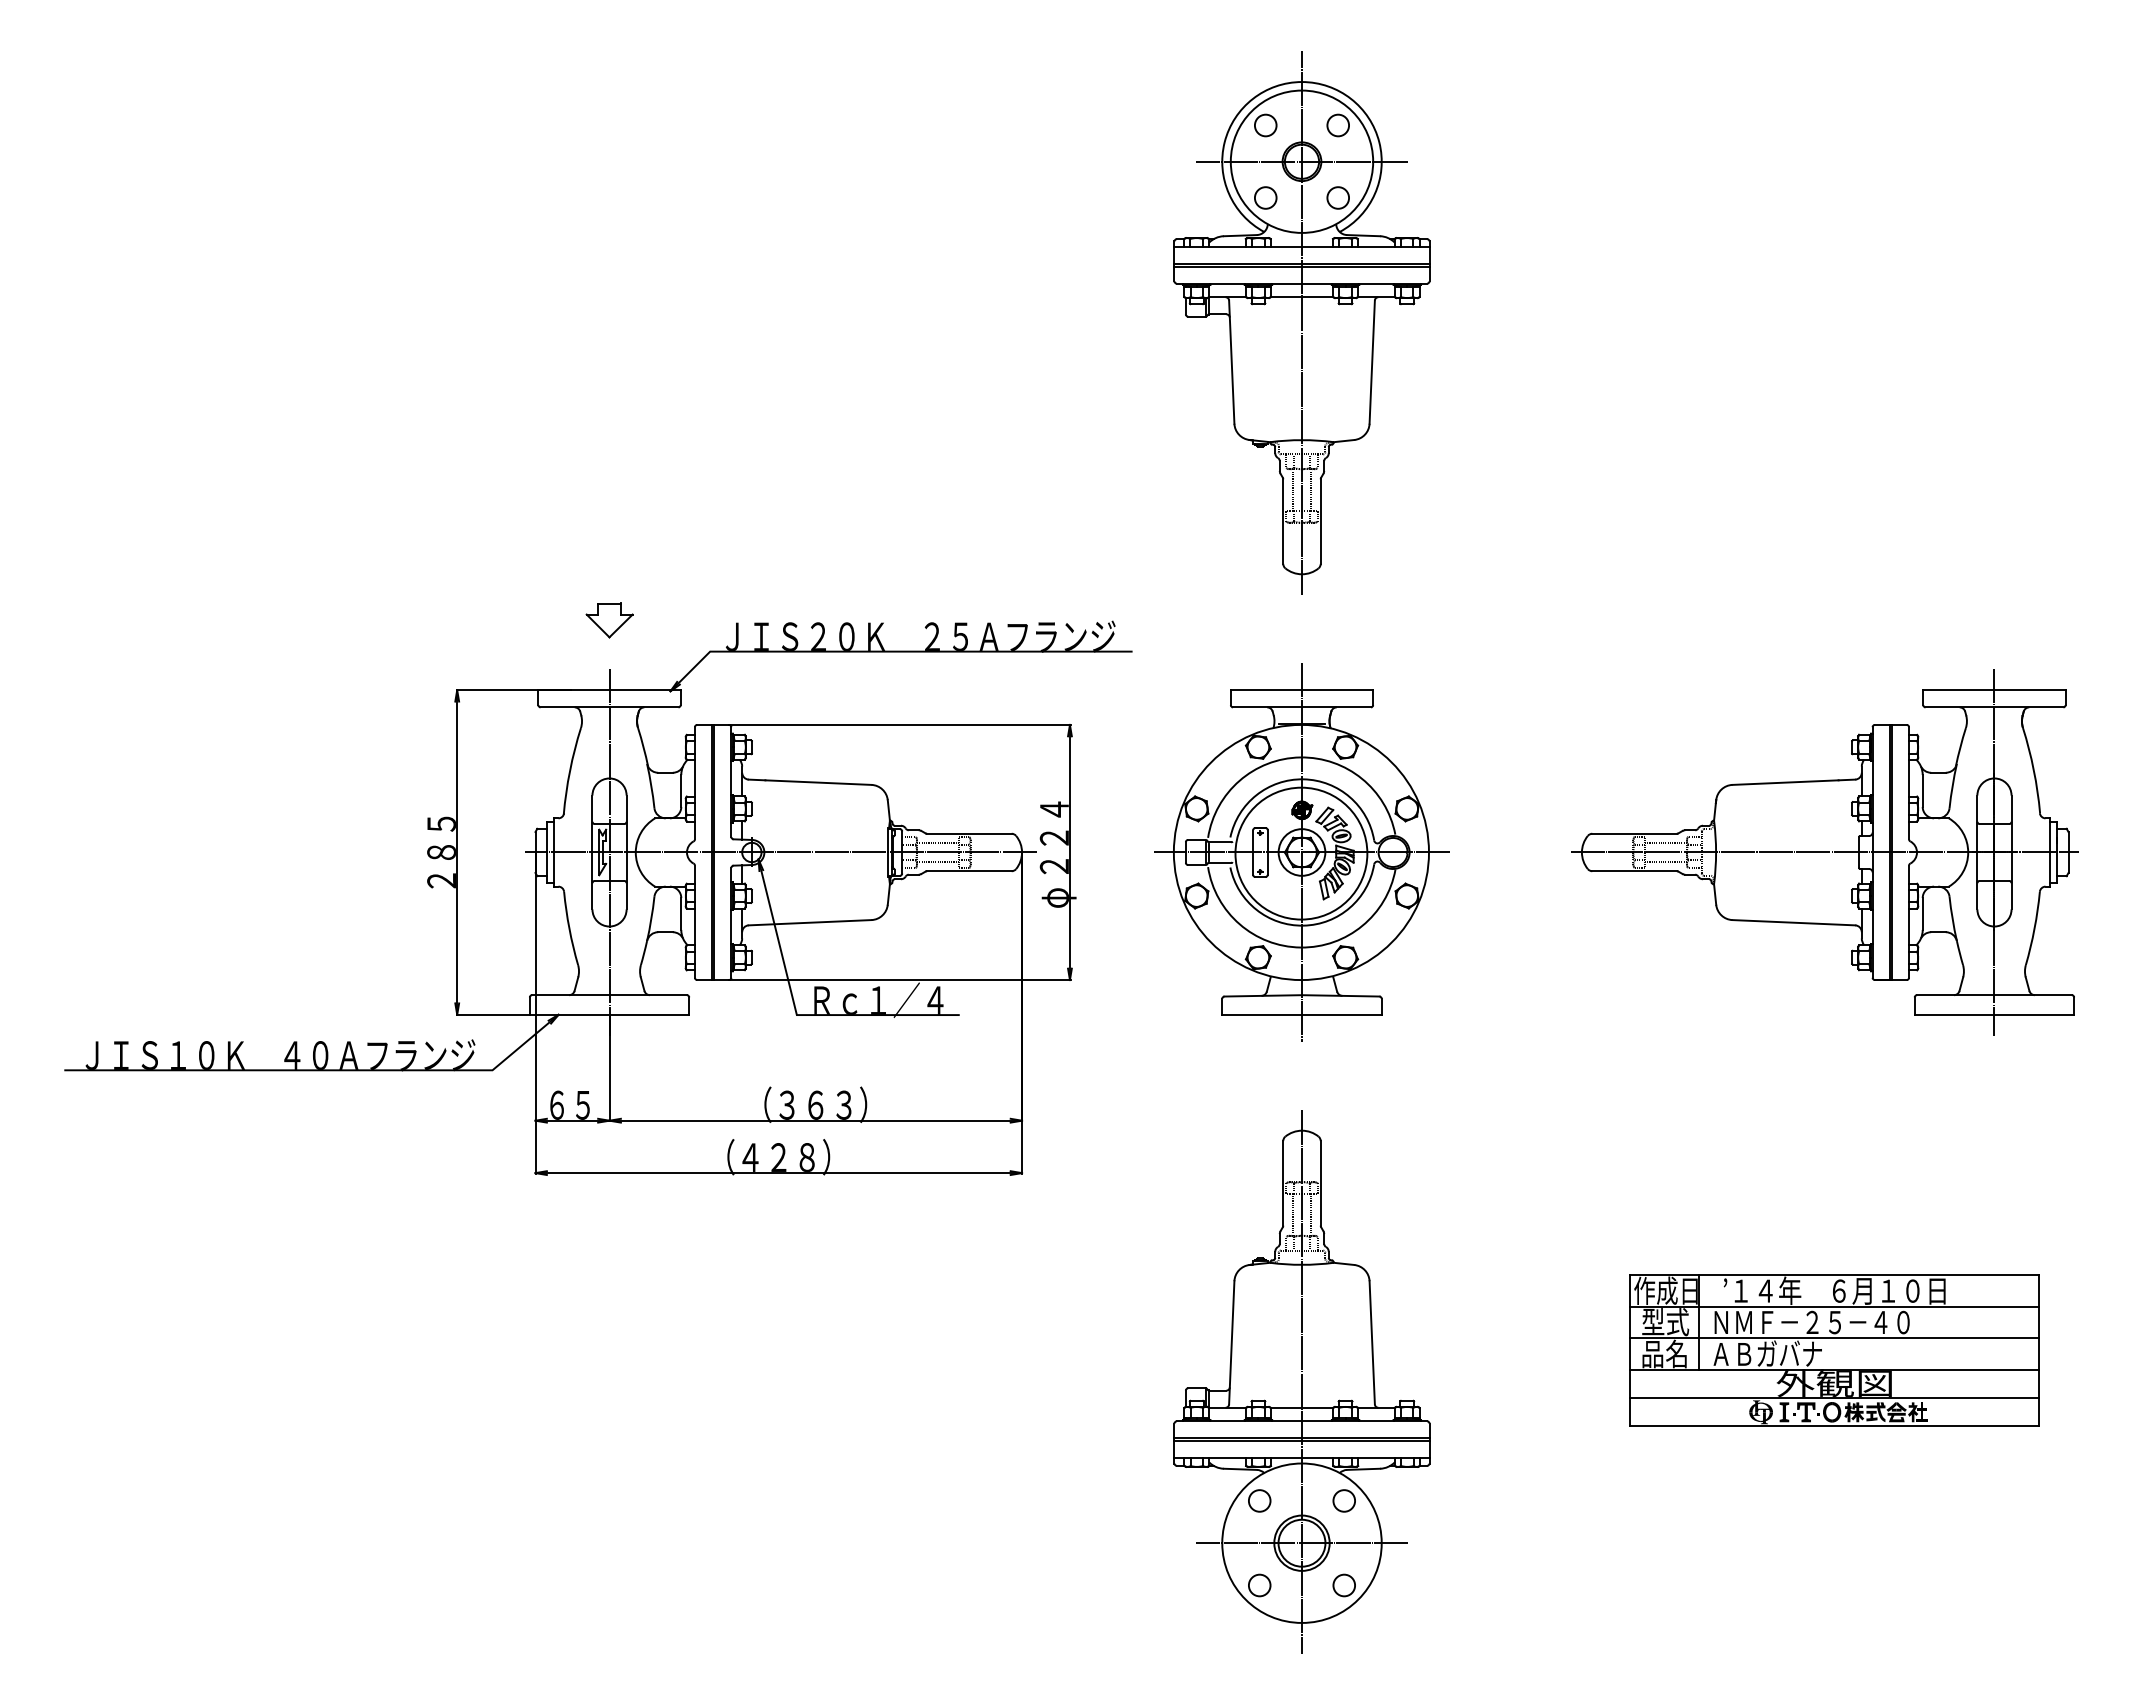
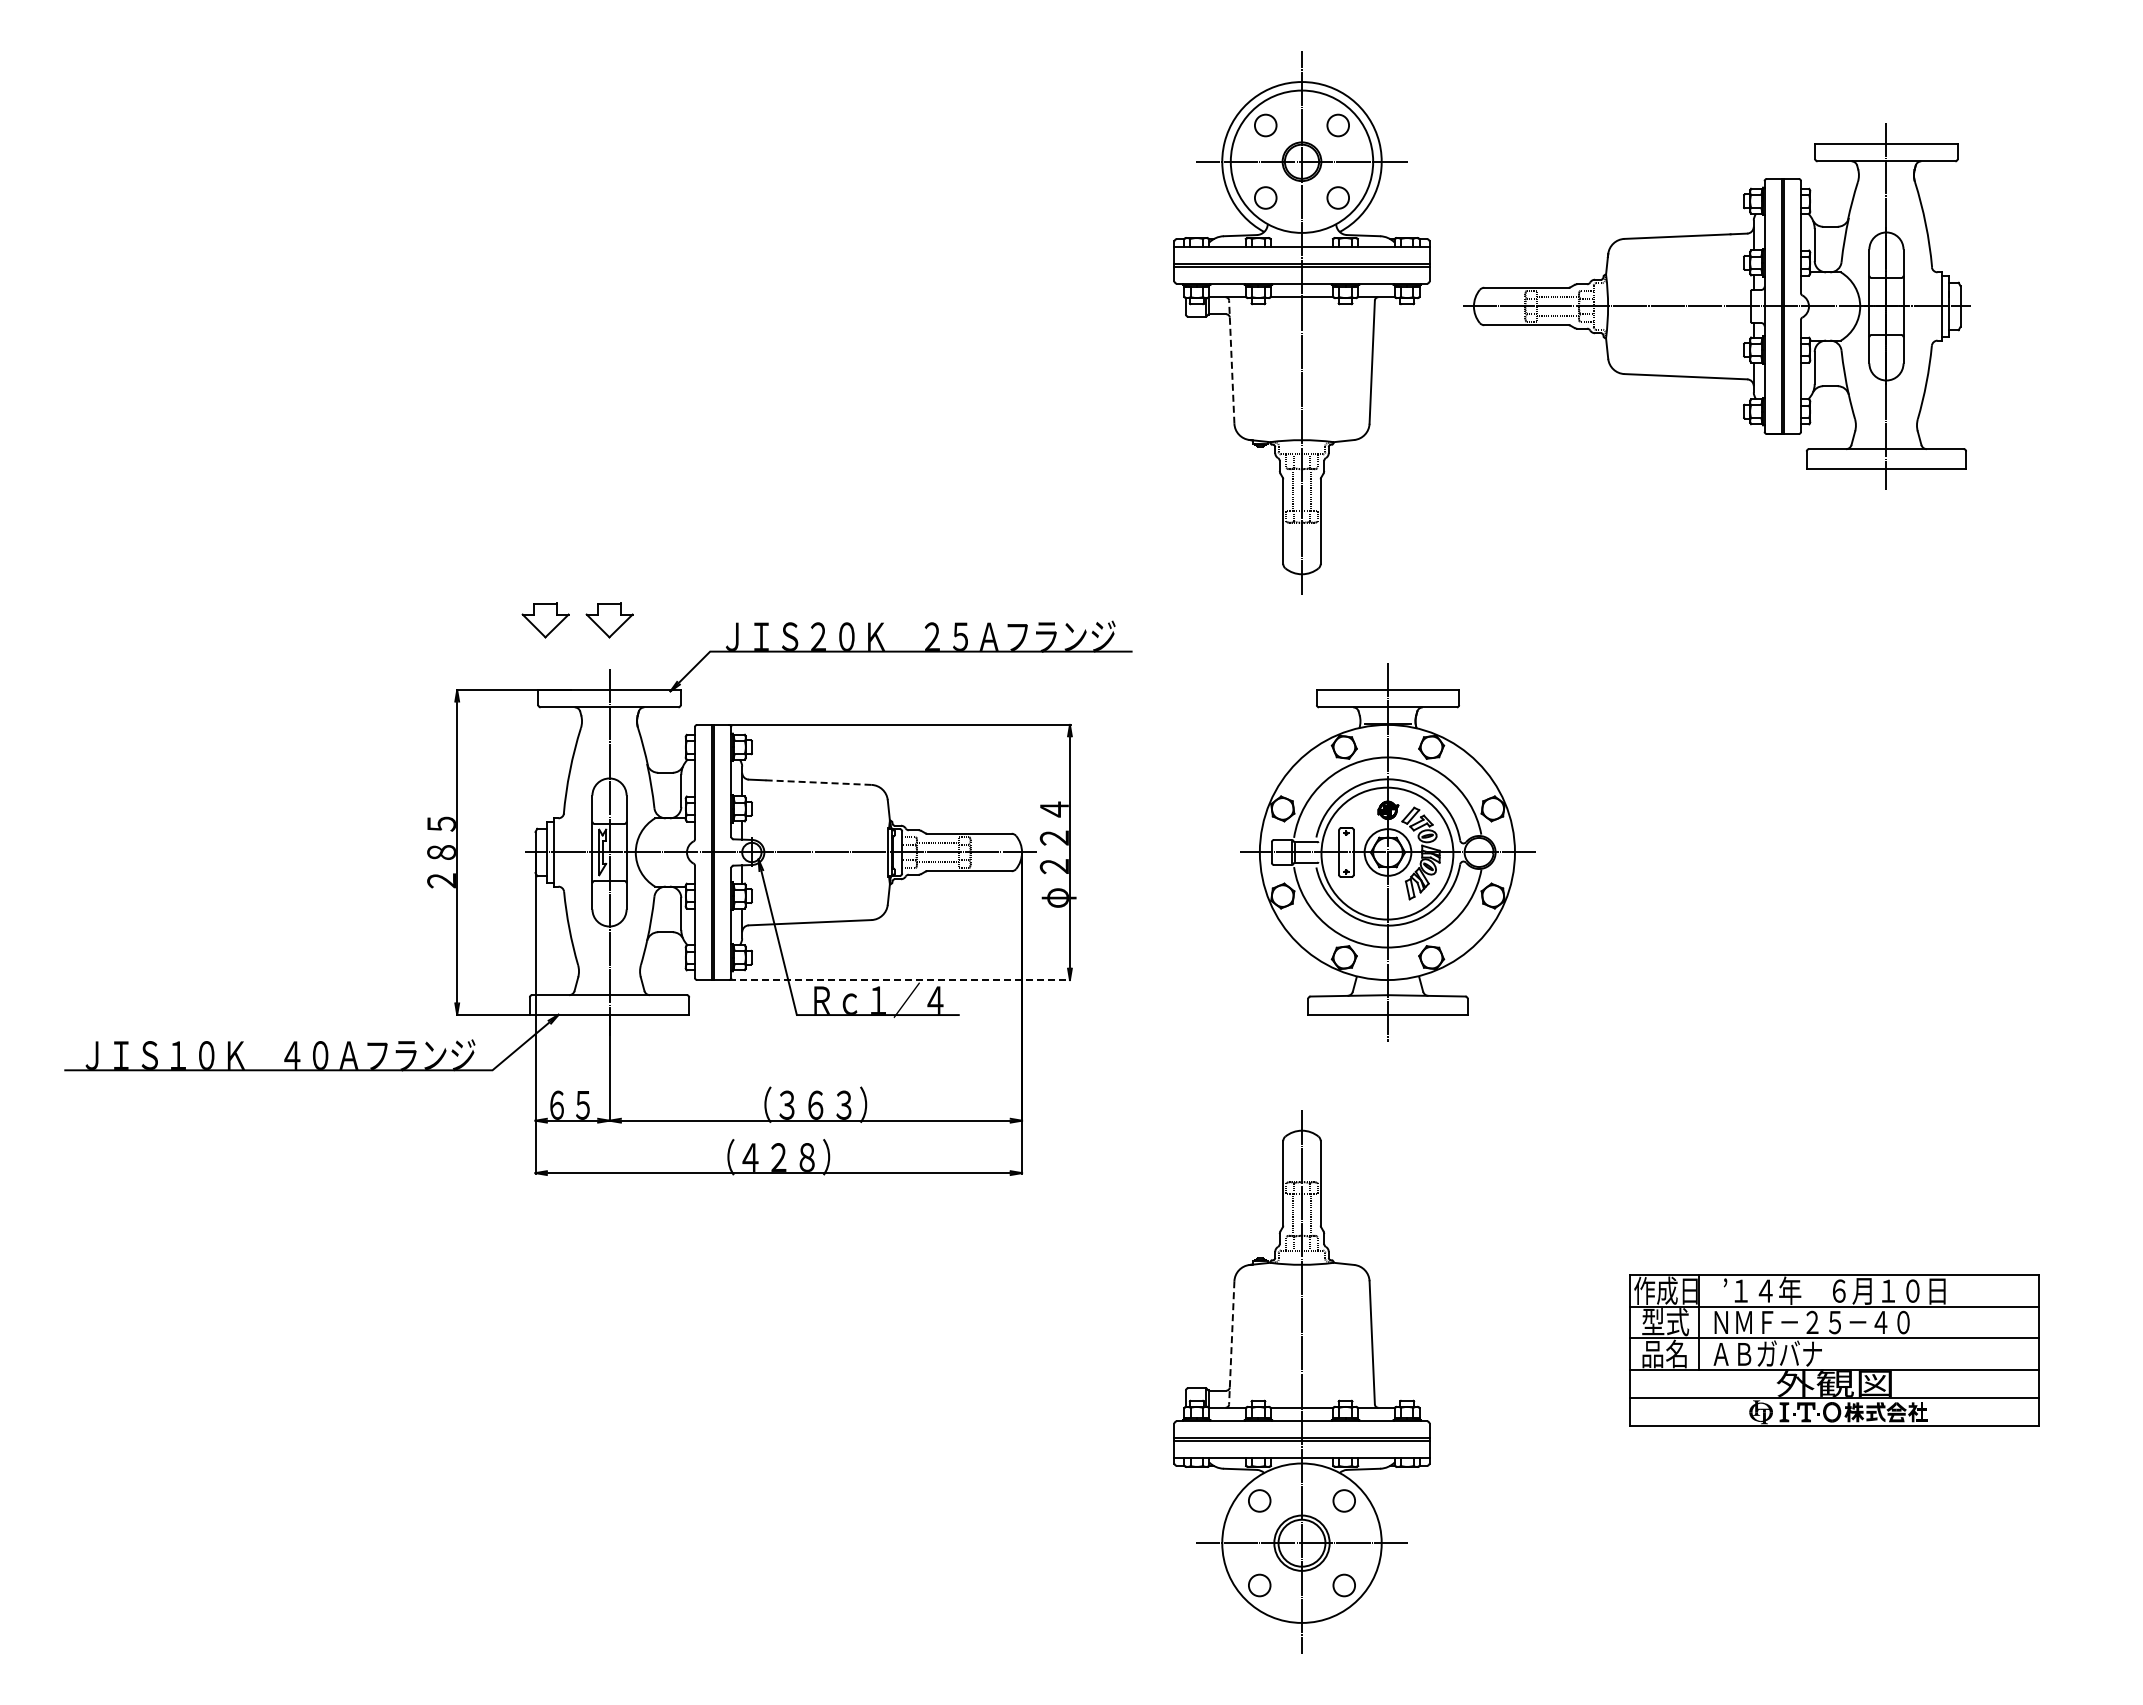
line at (1231, 362): solid -> dashed
part at (545, 620): none -> present
line at (817, 782): solid -> dashed
part at (1301, 852) position: (1301, 852) -> (1387, 852)
part at (1824, 852) position: (1824, 852) -> (1716, 306)
line at (899, 980): solid -> dashed
line at (1231, 1342): solid -> dashed
